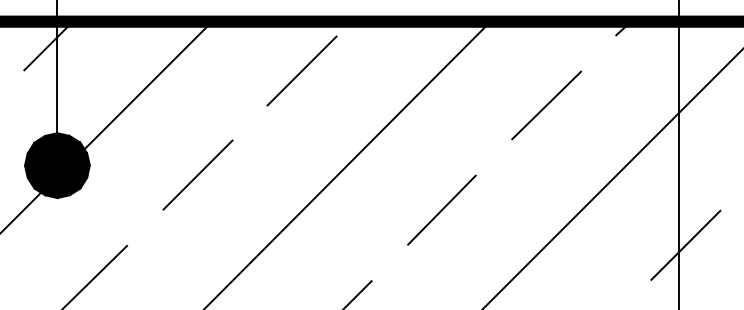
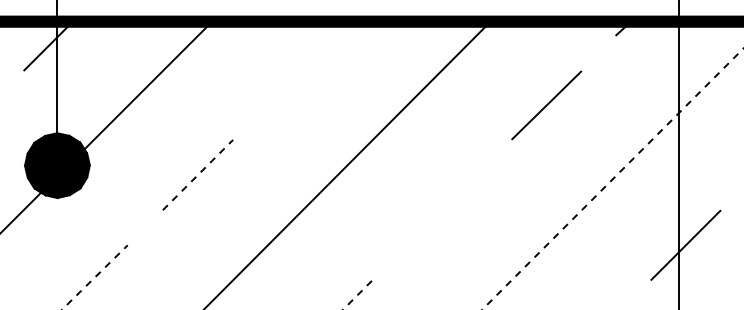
line at (301, 70): present -> none
line at (198, 175): solid -> dashed
line at (612, 179): solid -> dashed
line at (441, 209): present -> none
line at (95, 277): solid -> dashed
line at (357, 295): solid -> dashed
